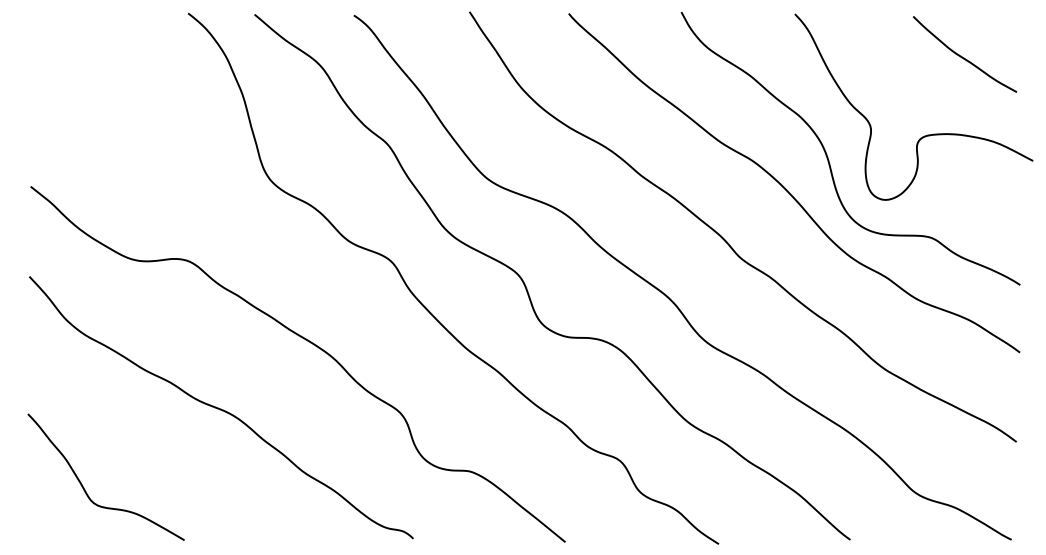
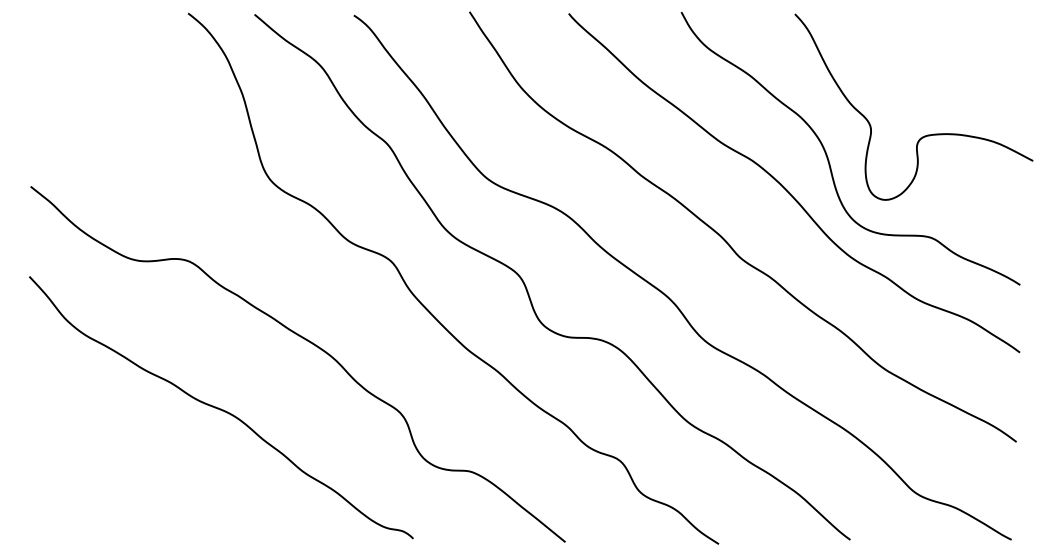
curve at (962, 56): present -> none
curve at (84, 487): present -> none
